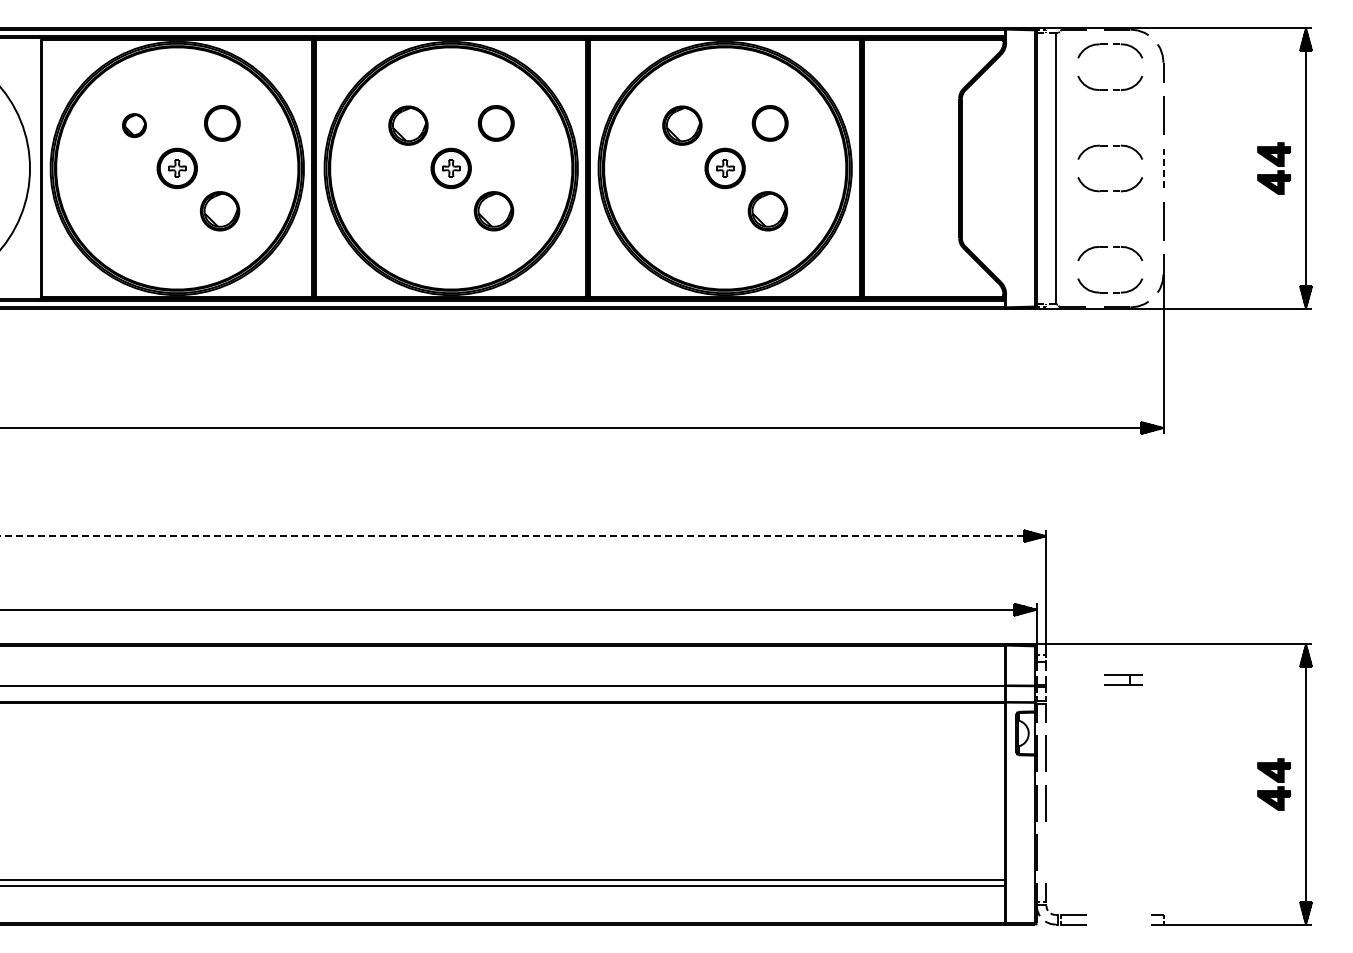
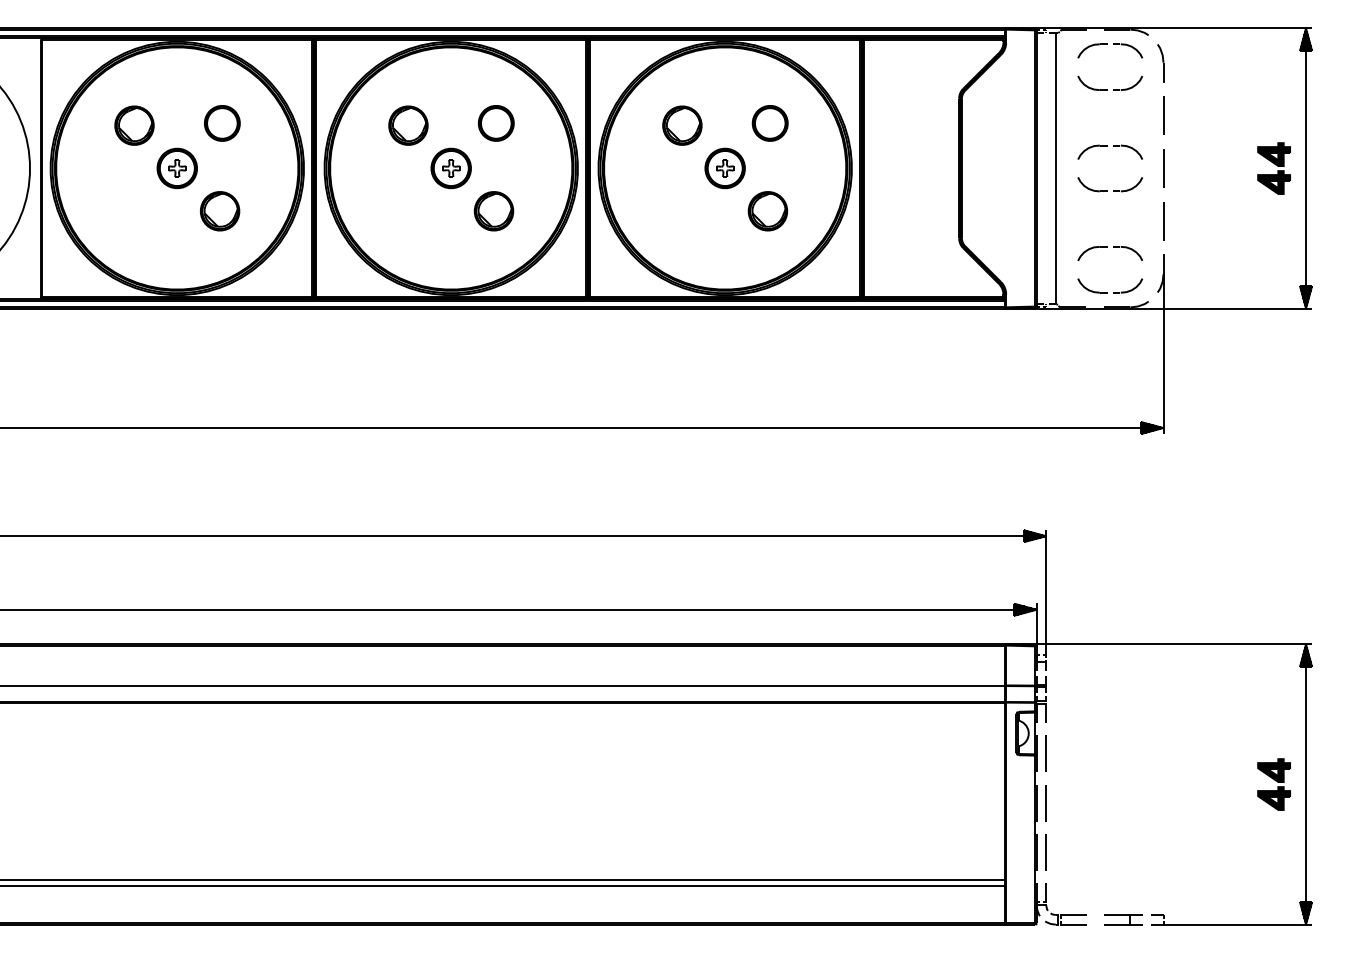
part at (134, 125) size: 25x25 px -> 41x41 px
line at (1163, 168): dashed -> solid
line at (523, 536): dashed -> solid
part at (1123, 679) position: (1123, 679) -> (1123, 919)
line at (1045, 852): none -> present
